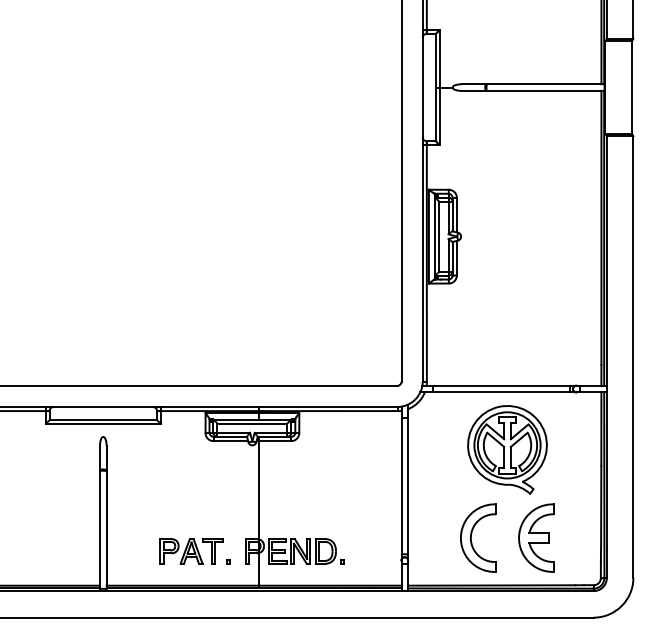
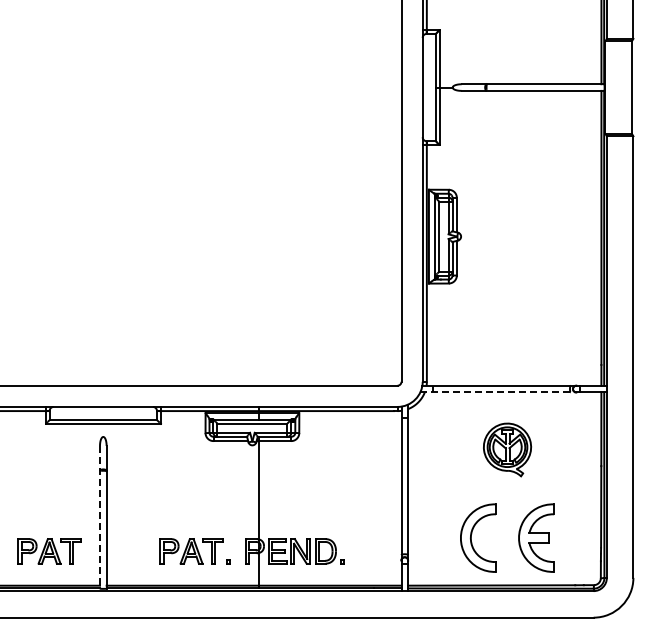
line at (498, 392): solid -> dashed
part at (507, 449) size: 81x90 px -> 50x56 px
line at (100, 517): solid -> dashed
part at (49, 551): none -> present
